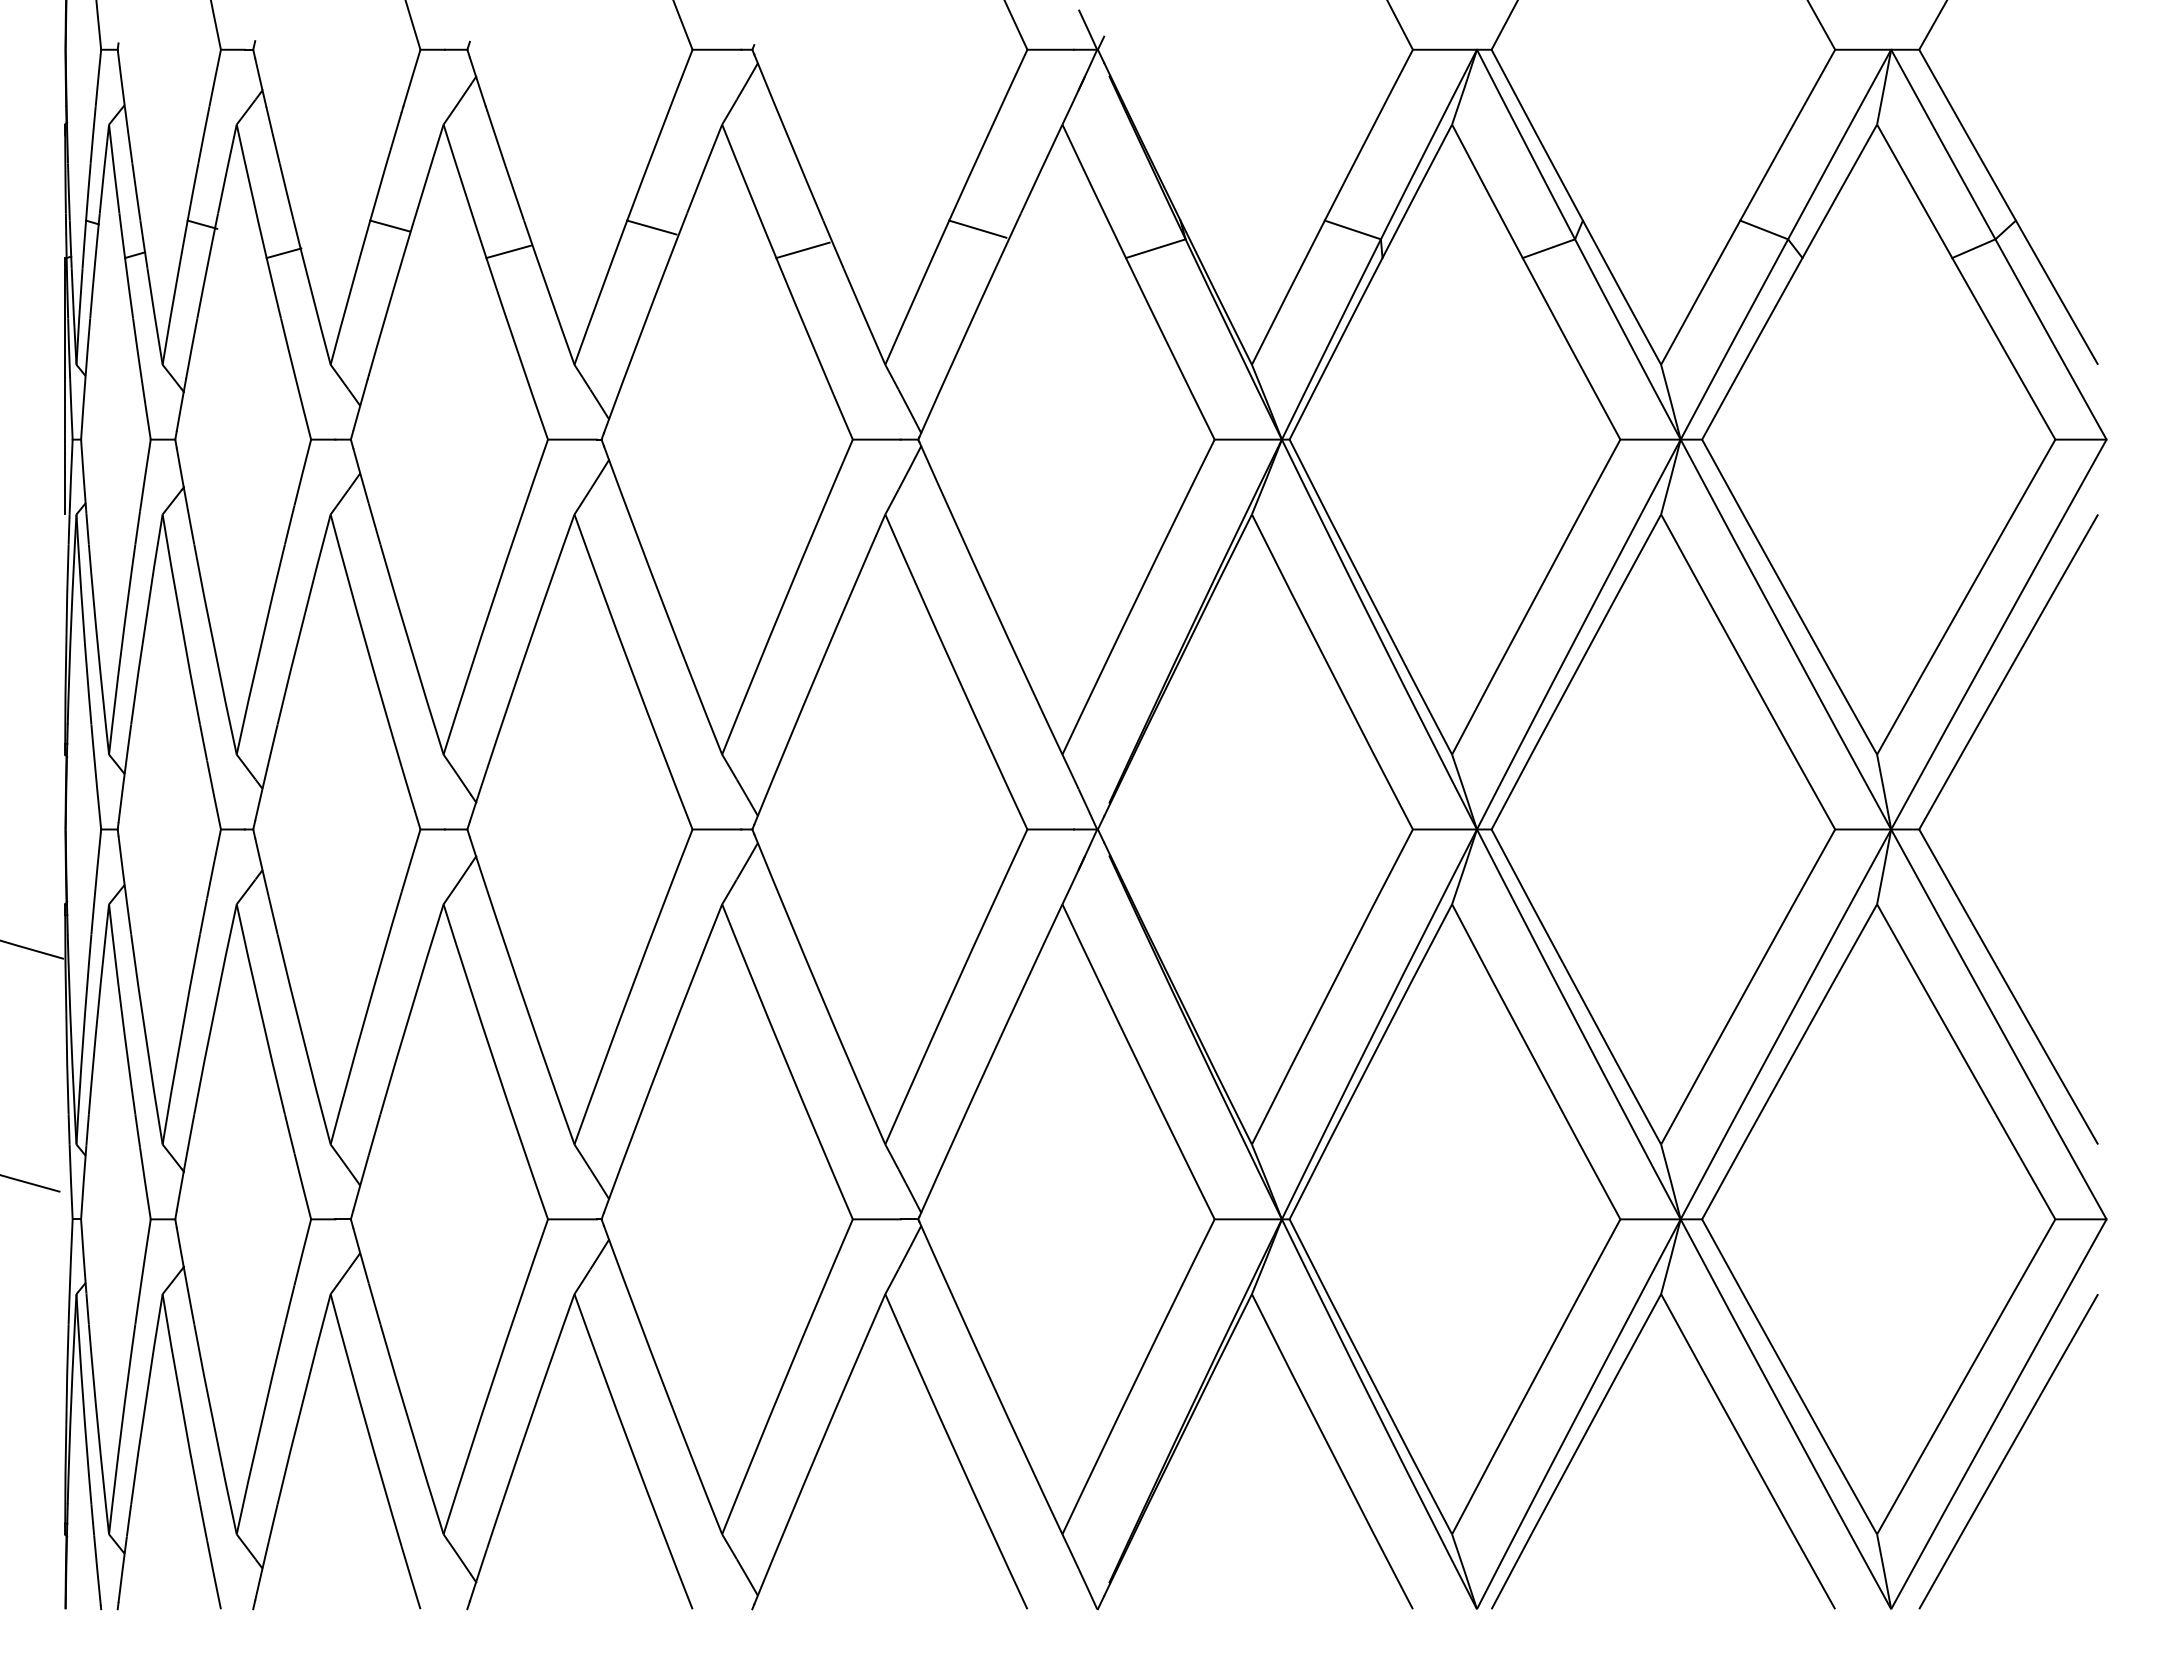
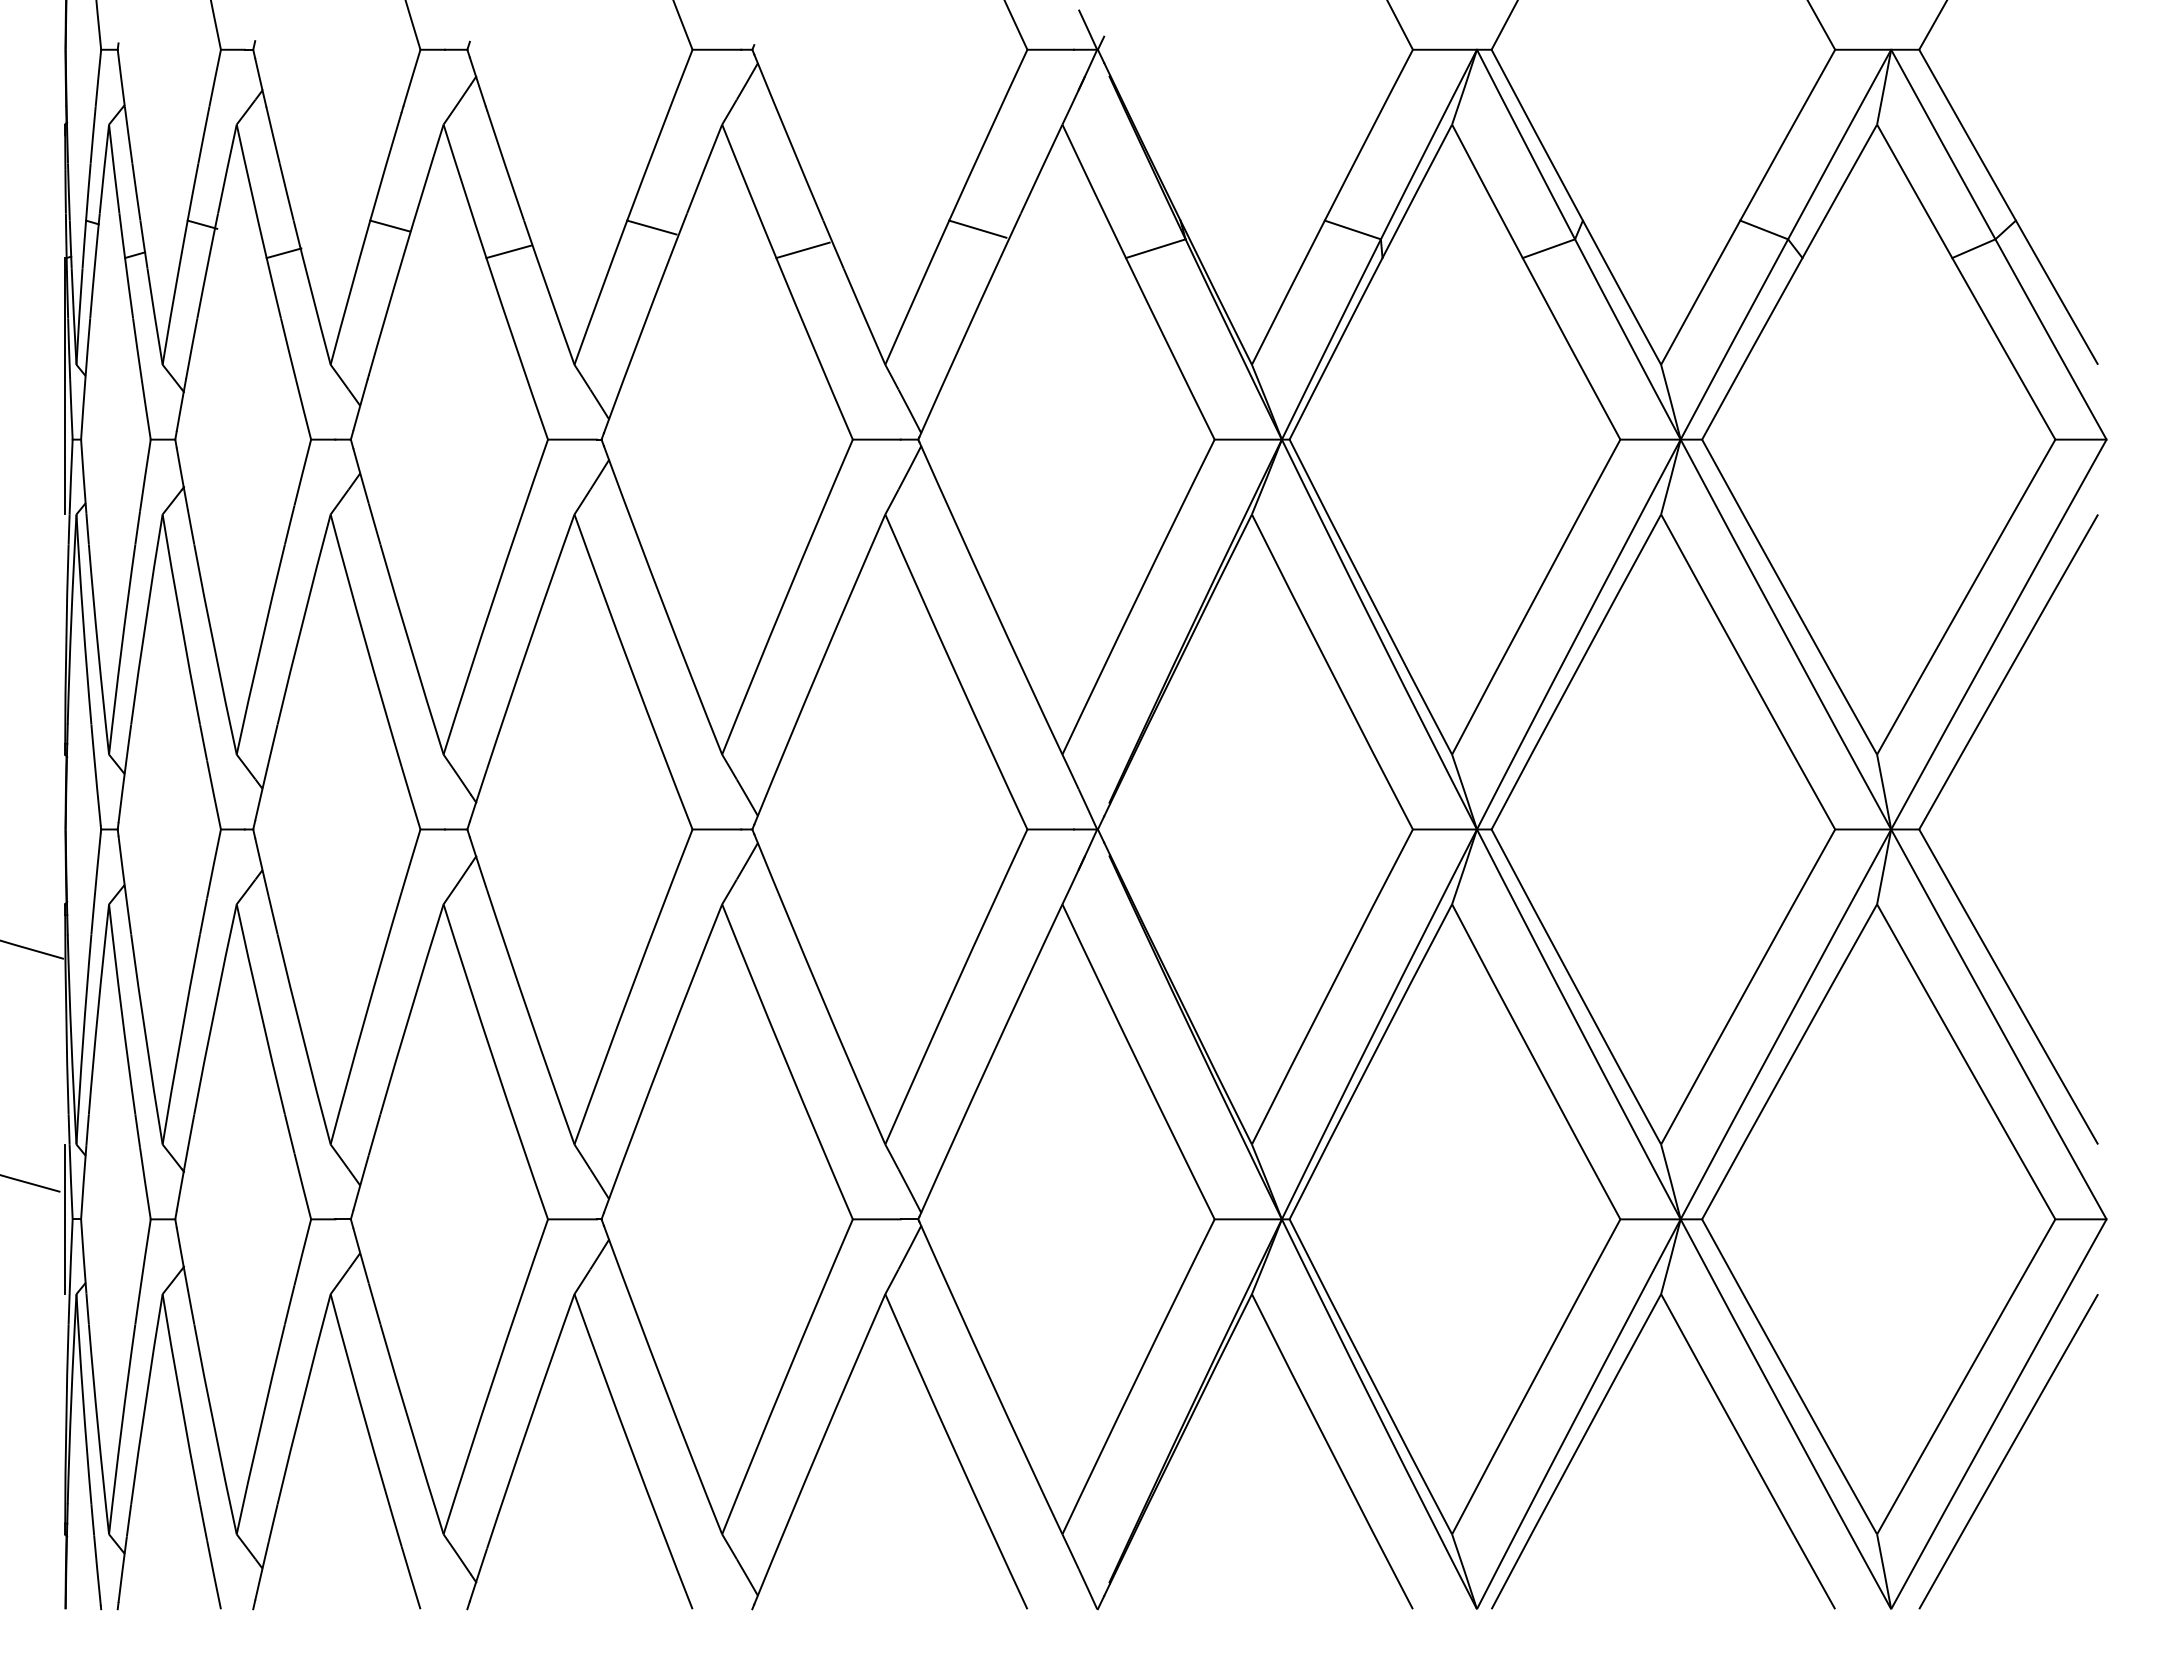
line at (65, 1219): none -> present
